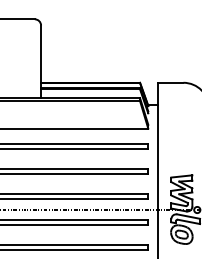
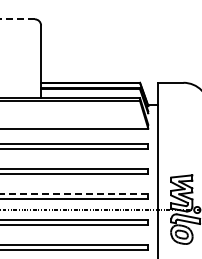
line at (16, 19): solid -> dashed
line at (74, 194): solid -> dashed
